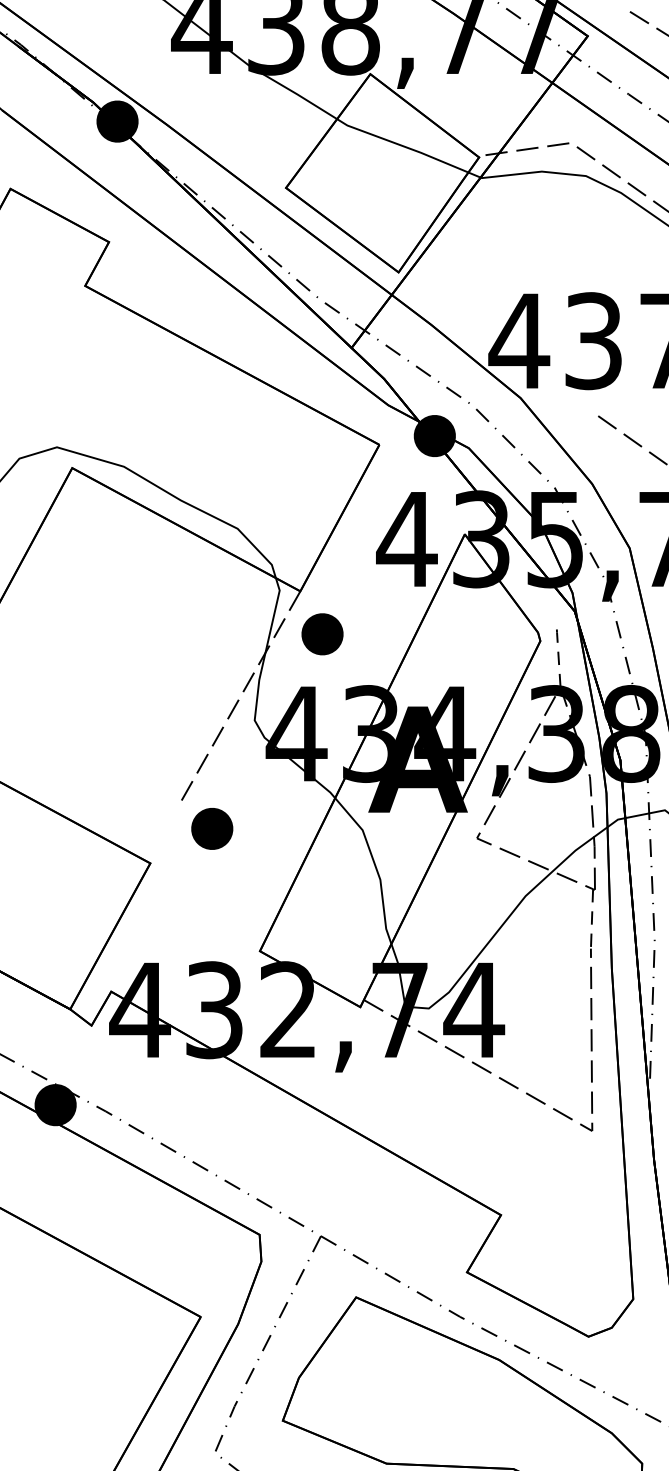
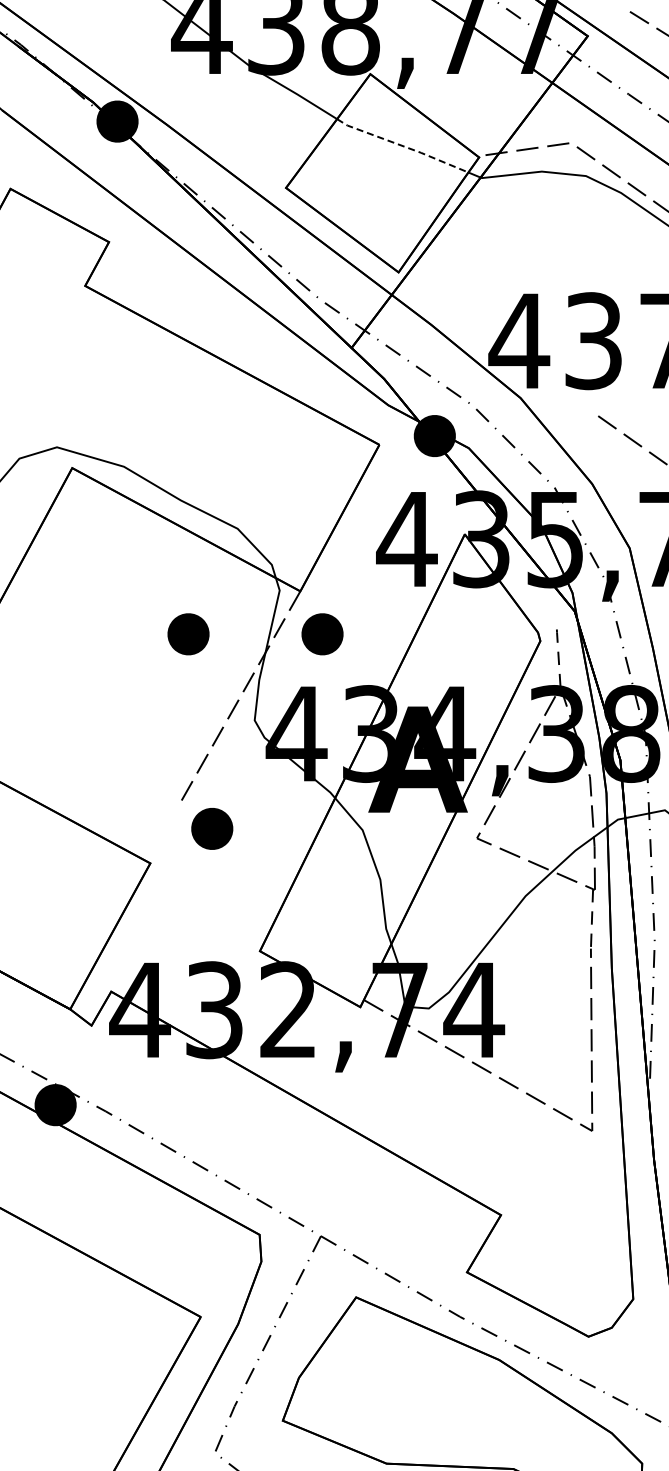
line at (402, 145): solid -> dashed
part at (188, 634): none -> present
